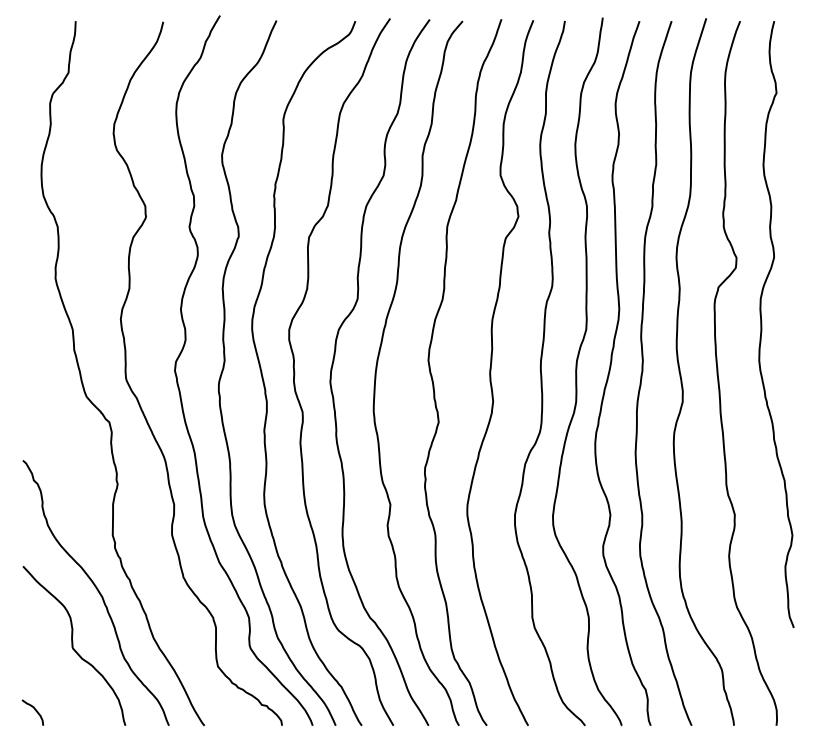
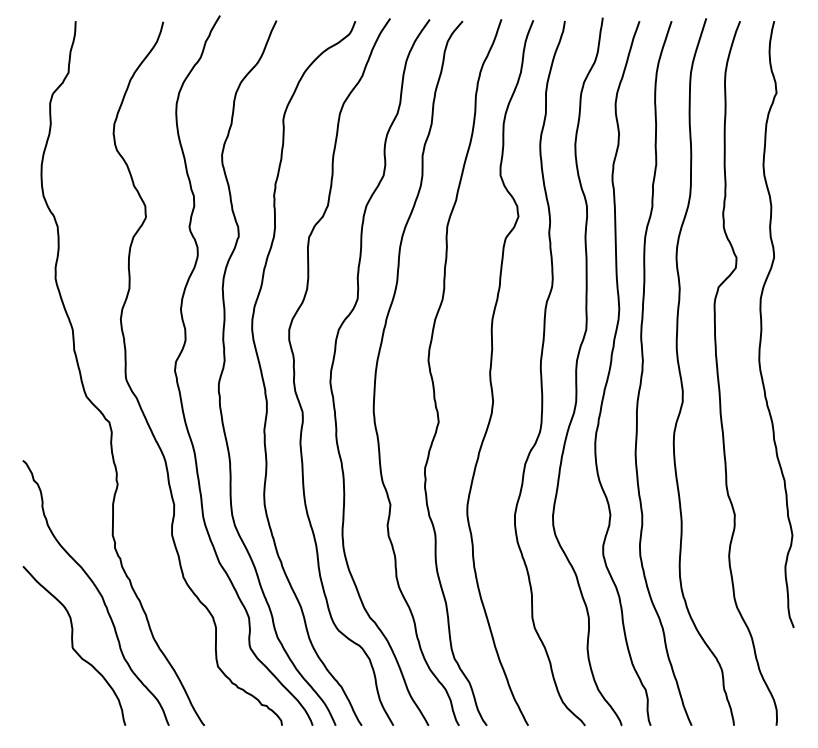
curve at (34, 710): present -> none
